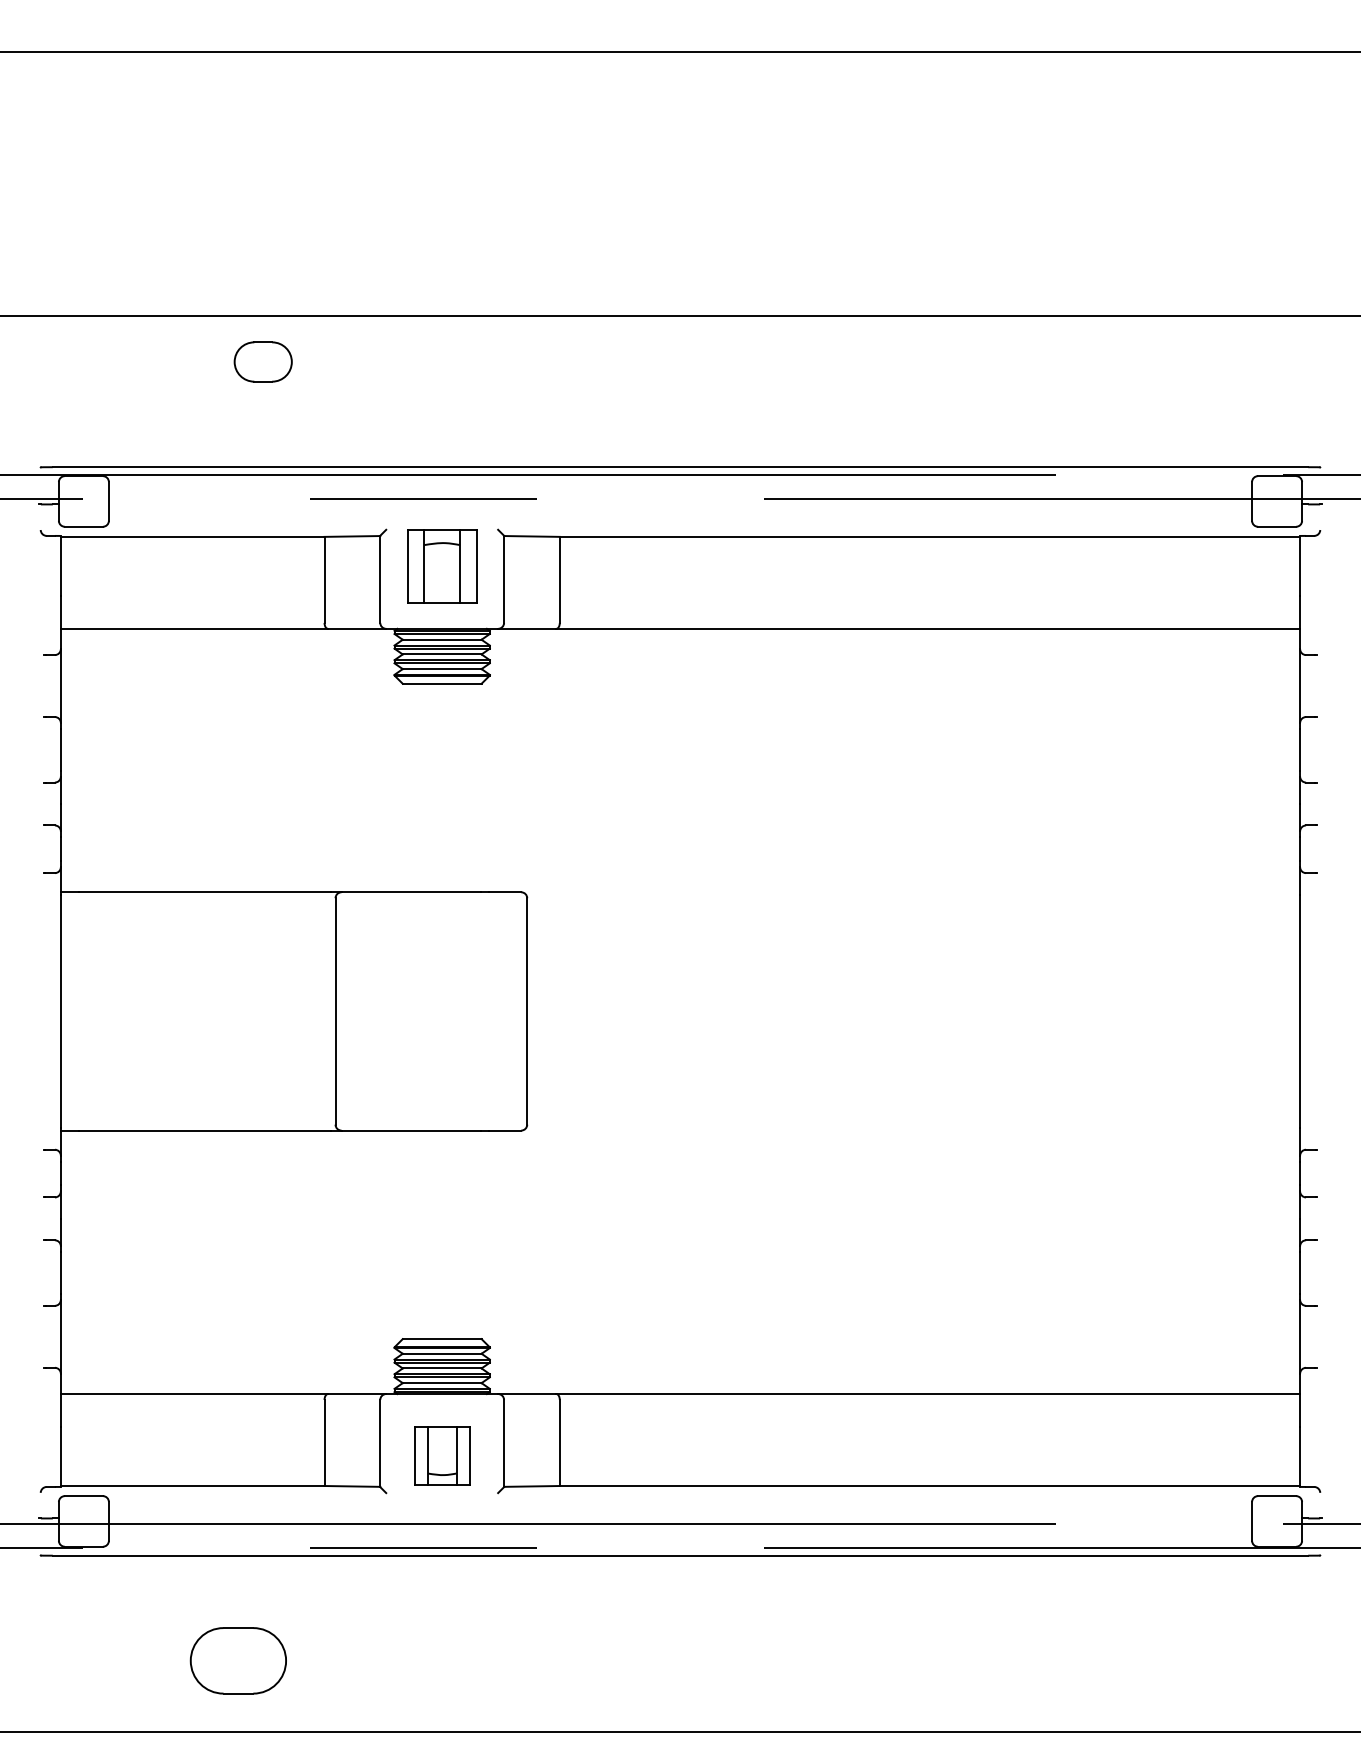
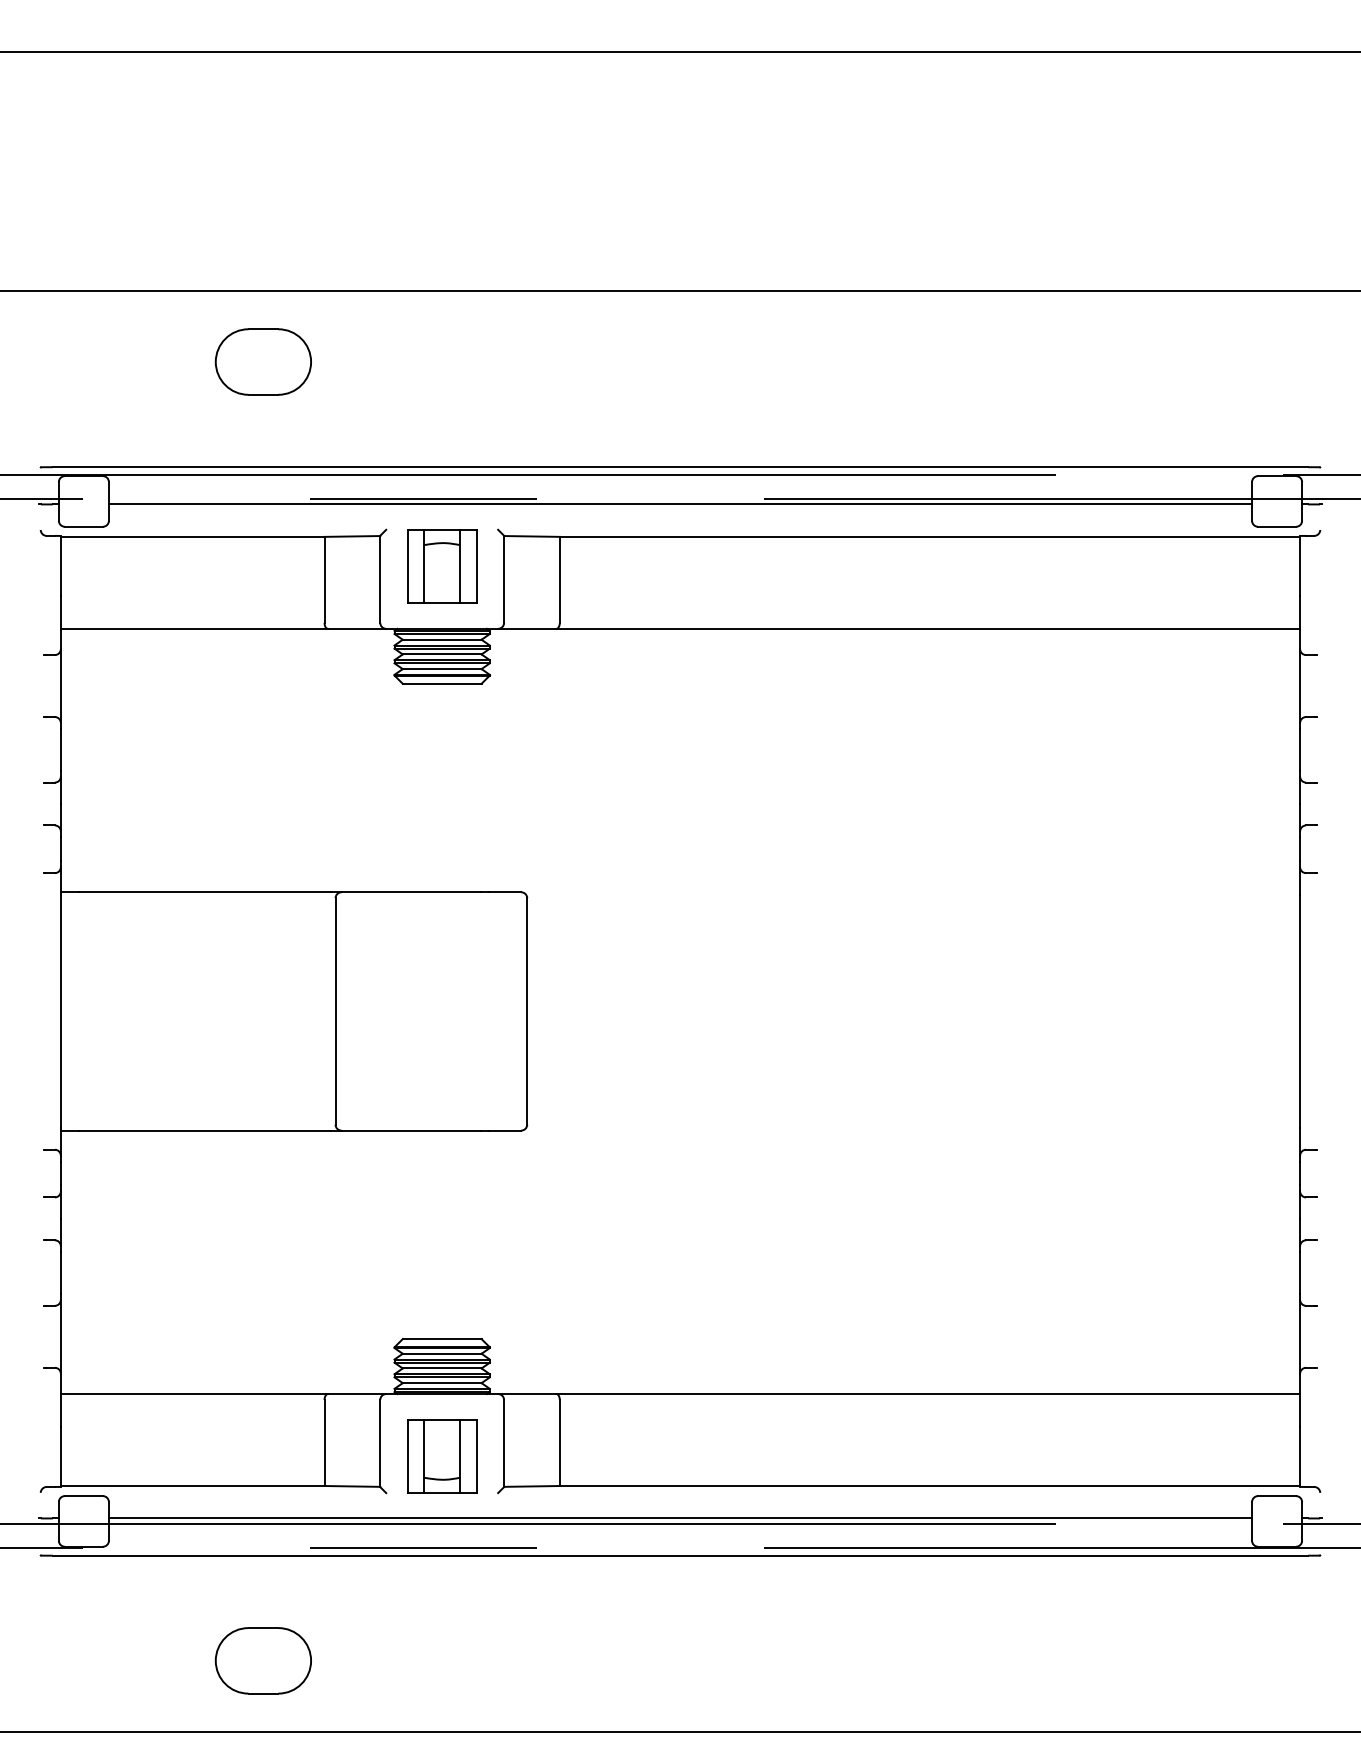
line at (679, 315) position: (679, 315) -> (679, 290)
part at (262, 361) size: 60x42 px -> 98x68 px
line at (680, 504): none -> present
part at (442, 1455) size: 57x60 px -> 71x75 px
line at (680, 1518): none -> present
part at (237, 1660) position: (237, 1660) -> (262, 1660)
